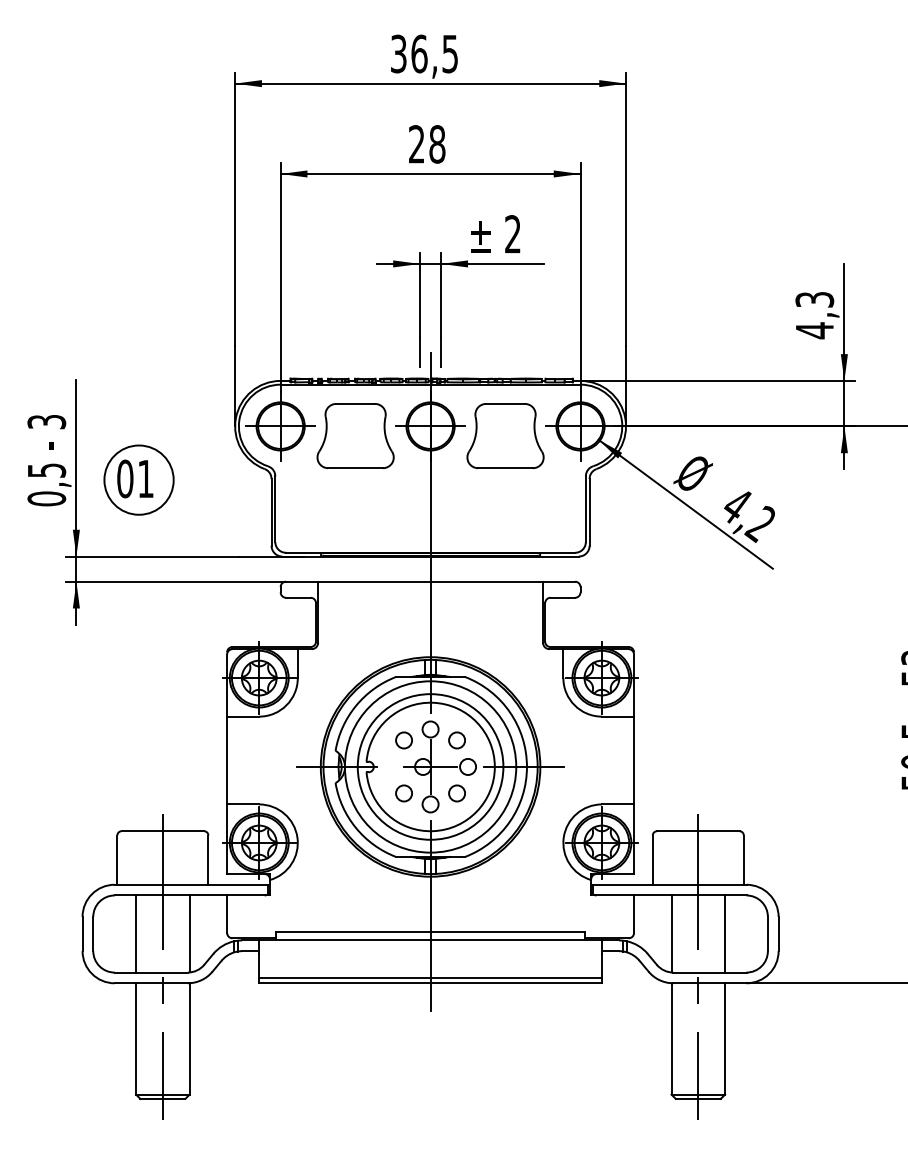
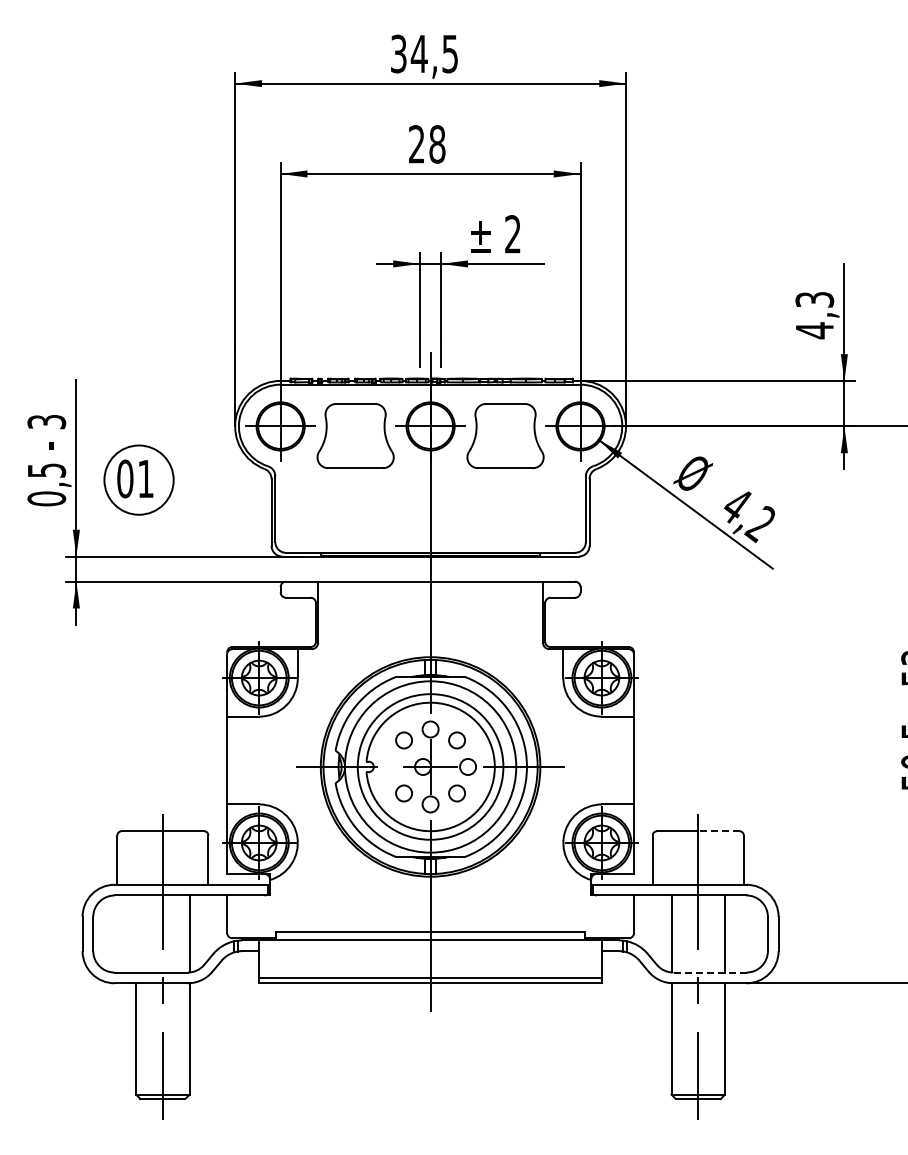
text at (418, 53): 36,5 -> 34,5
line at (718, 831): solid -> dashed
line at (136, 933): present -> none
line at (709, 972): solid -> dashed
